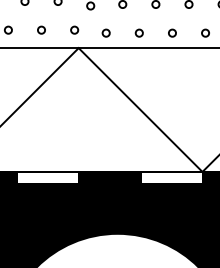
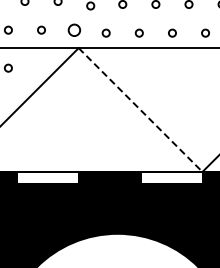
circle at (74, 29) size: 10x10 px -> 15x14 px
circle at (8, 67): none -> present
line at (140, 110): solid -> dashed
